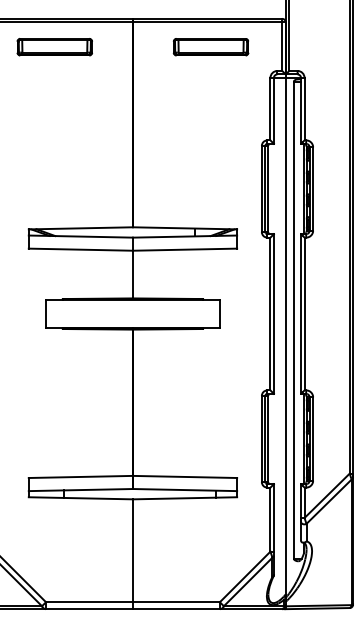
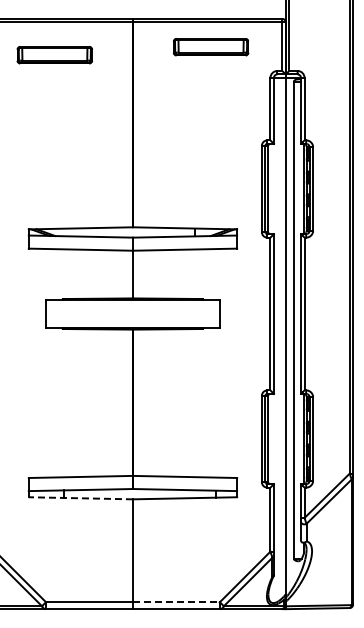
part at (54, 47) position: (54, 47) -> (54, 55)
line at (80, 498): solid -> dashed
line at (176, 602): solid -> dashed
